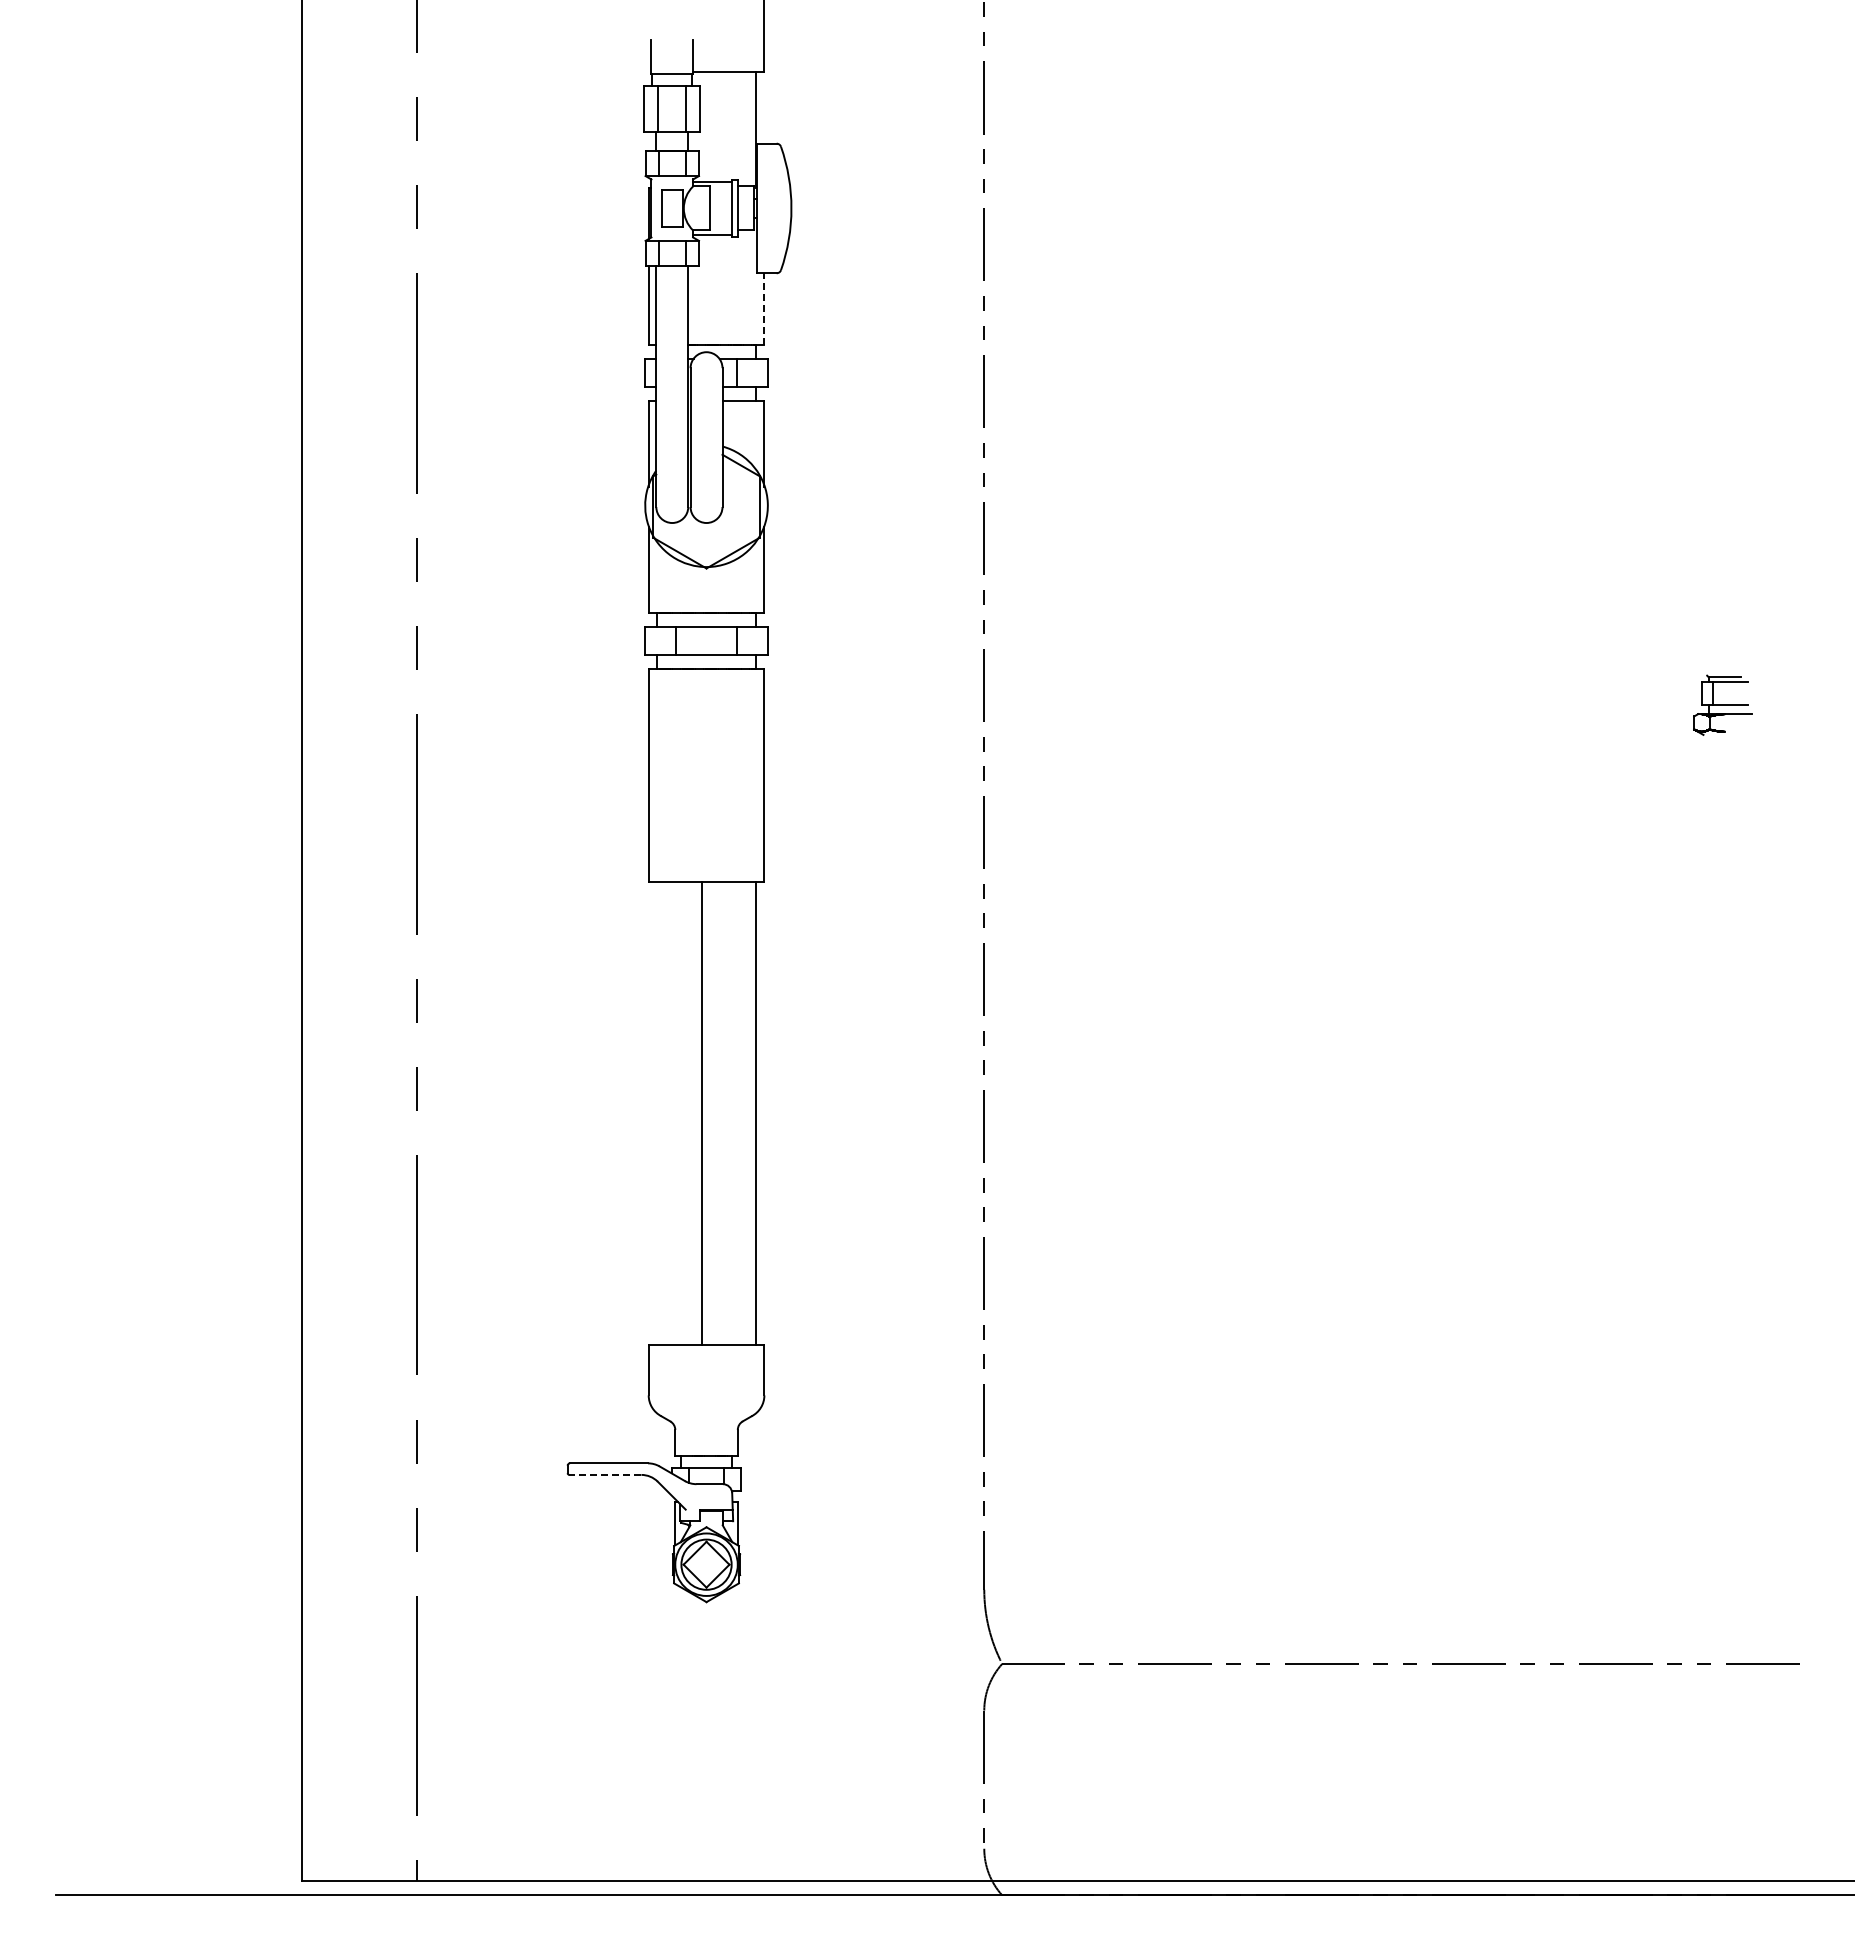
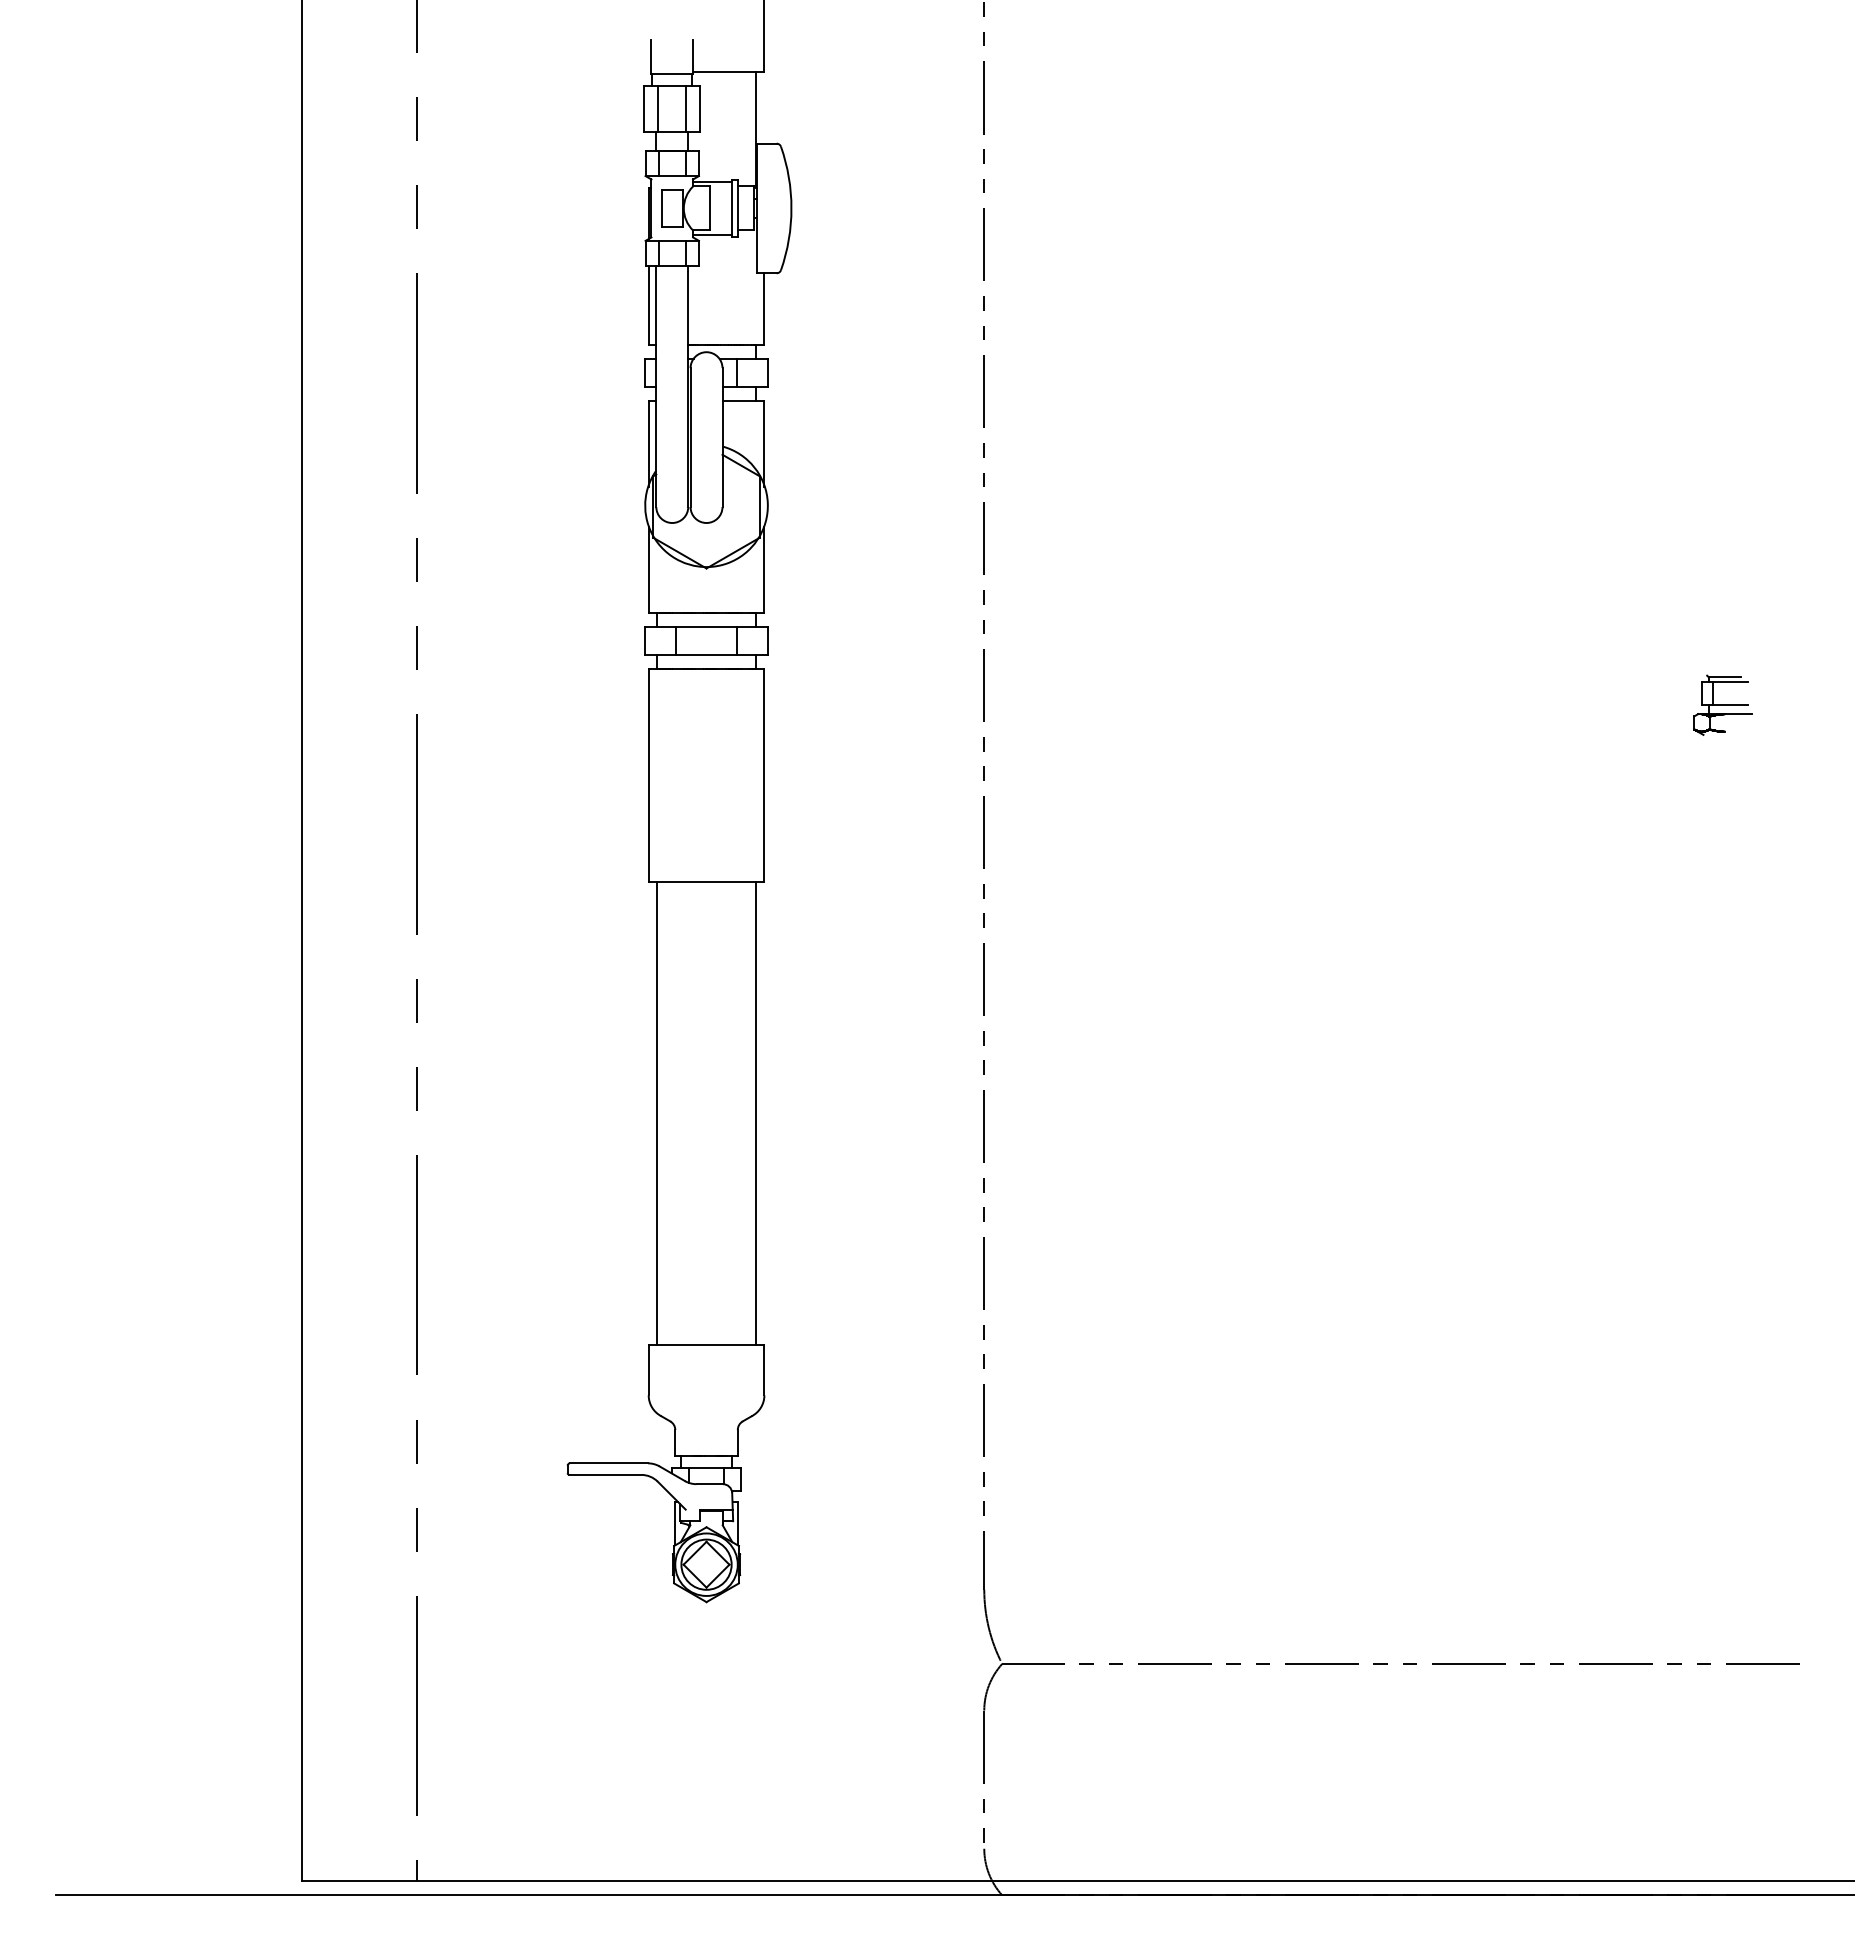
line at (764, 309): dashed -> solid
line at (702, 1112) position: (702, 1112) -> (657, 1112)
line at (604, 1474): dashed -> solid
